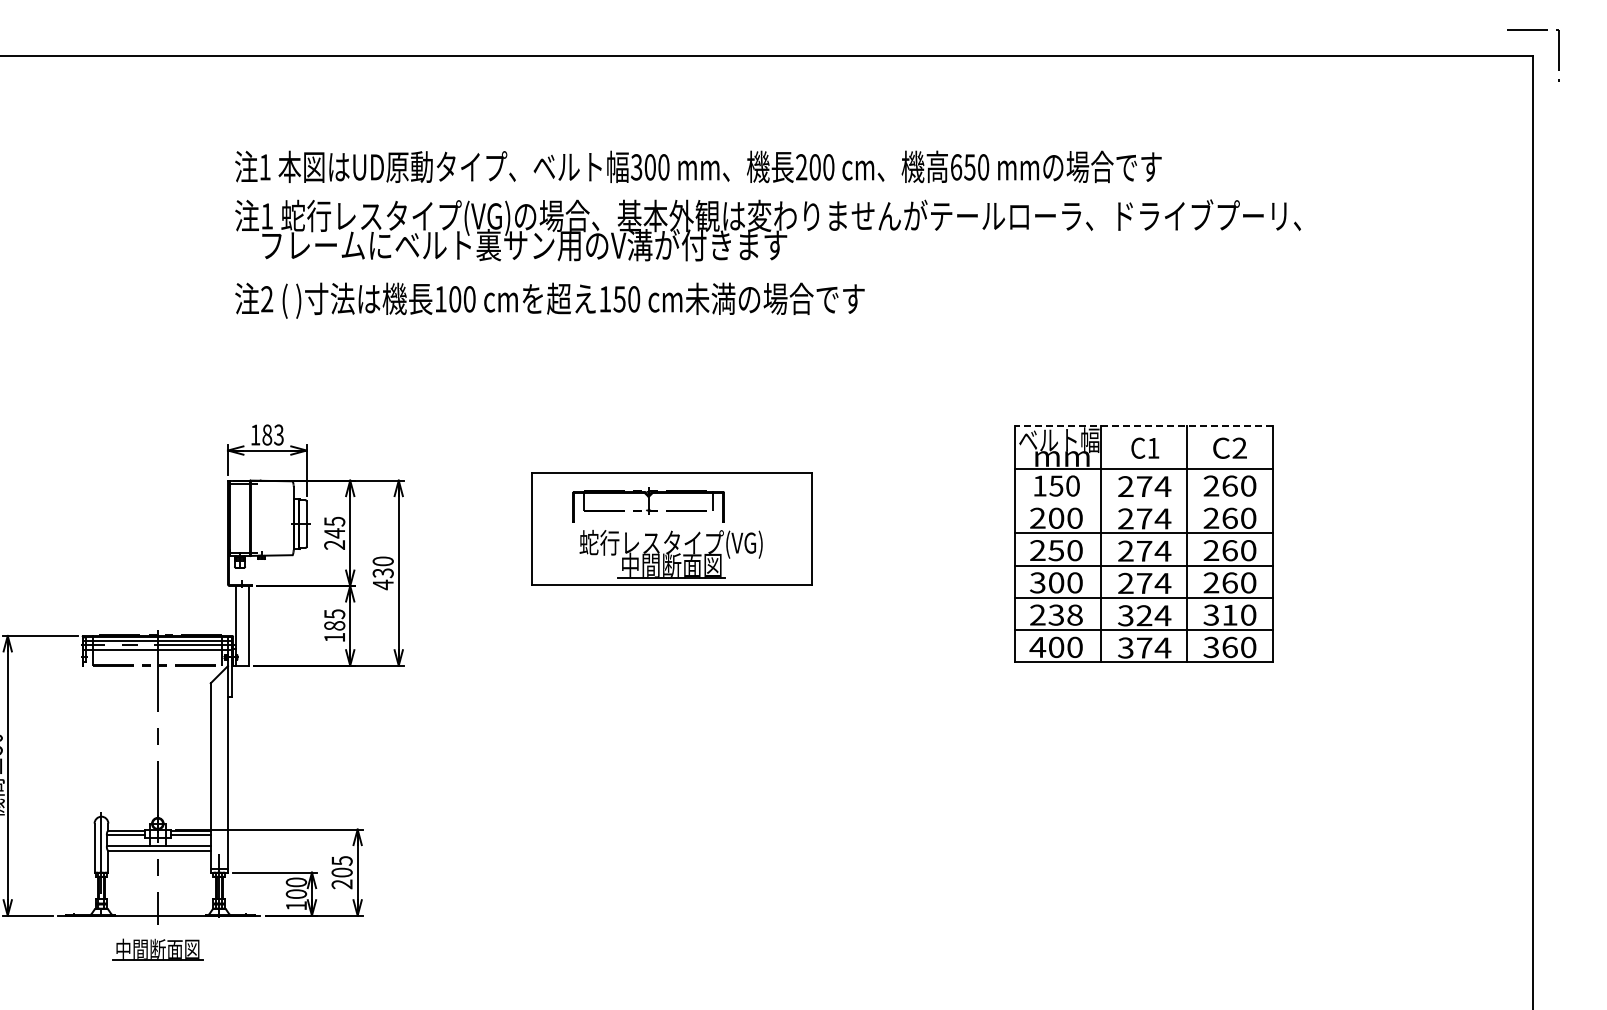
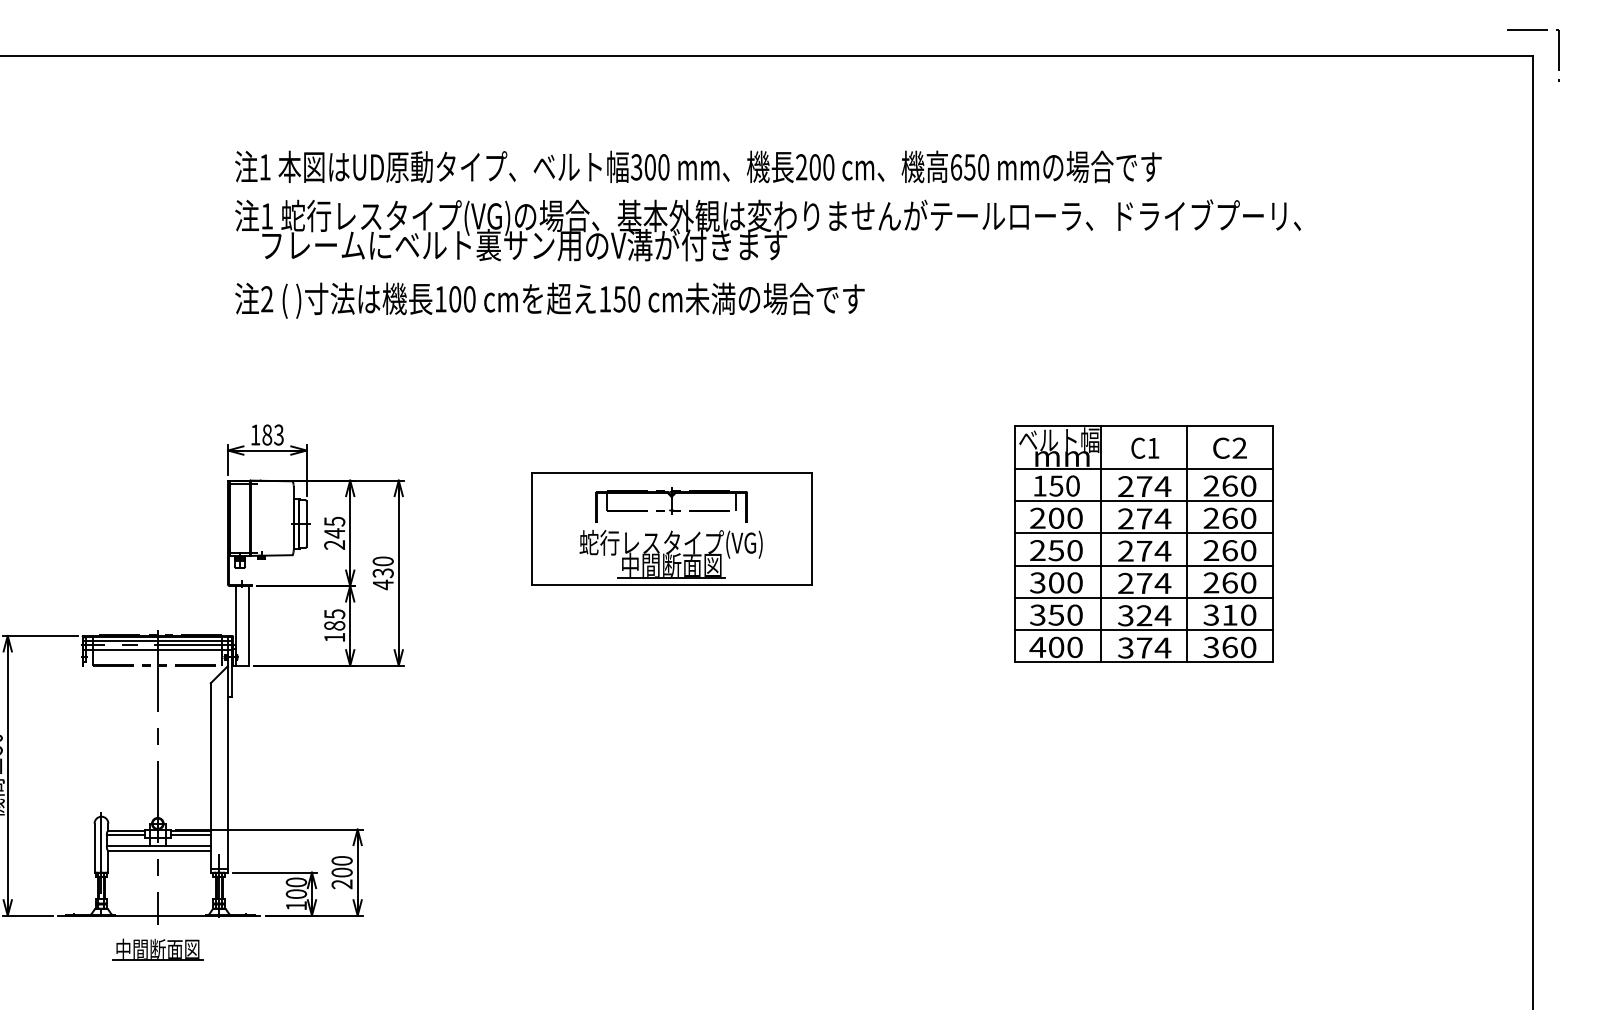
line at (1143, 425): dashed -> solid
line at (1143, 501): none -> present
part at (648, 504) position: (648, 504) -> (671, 504)
text at (1056, 614): 238 -> 350
text at (341, 860): 205 -> 200
